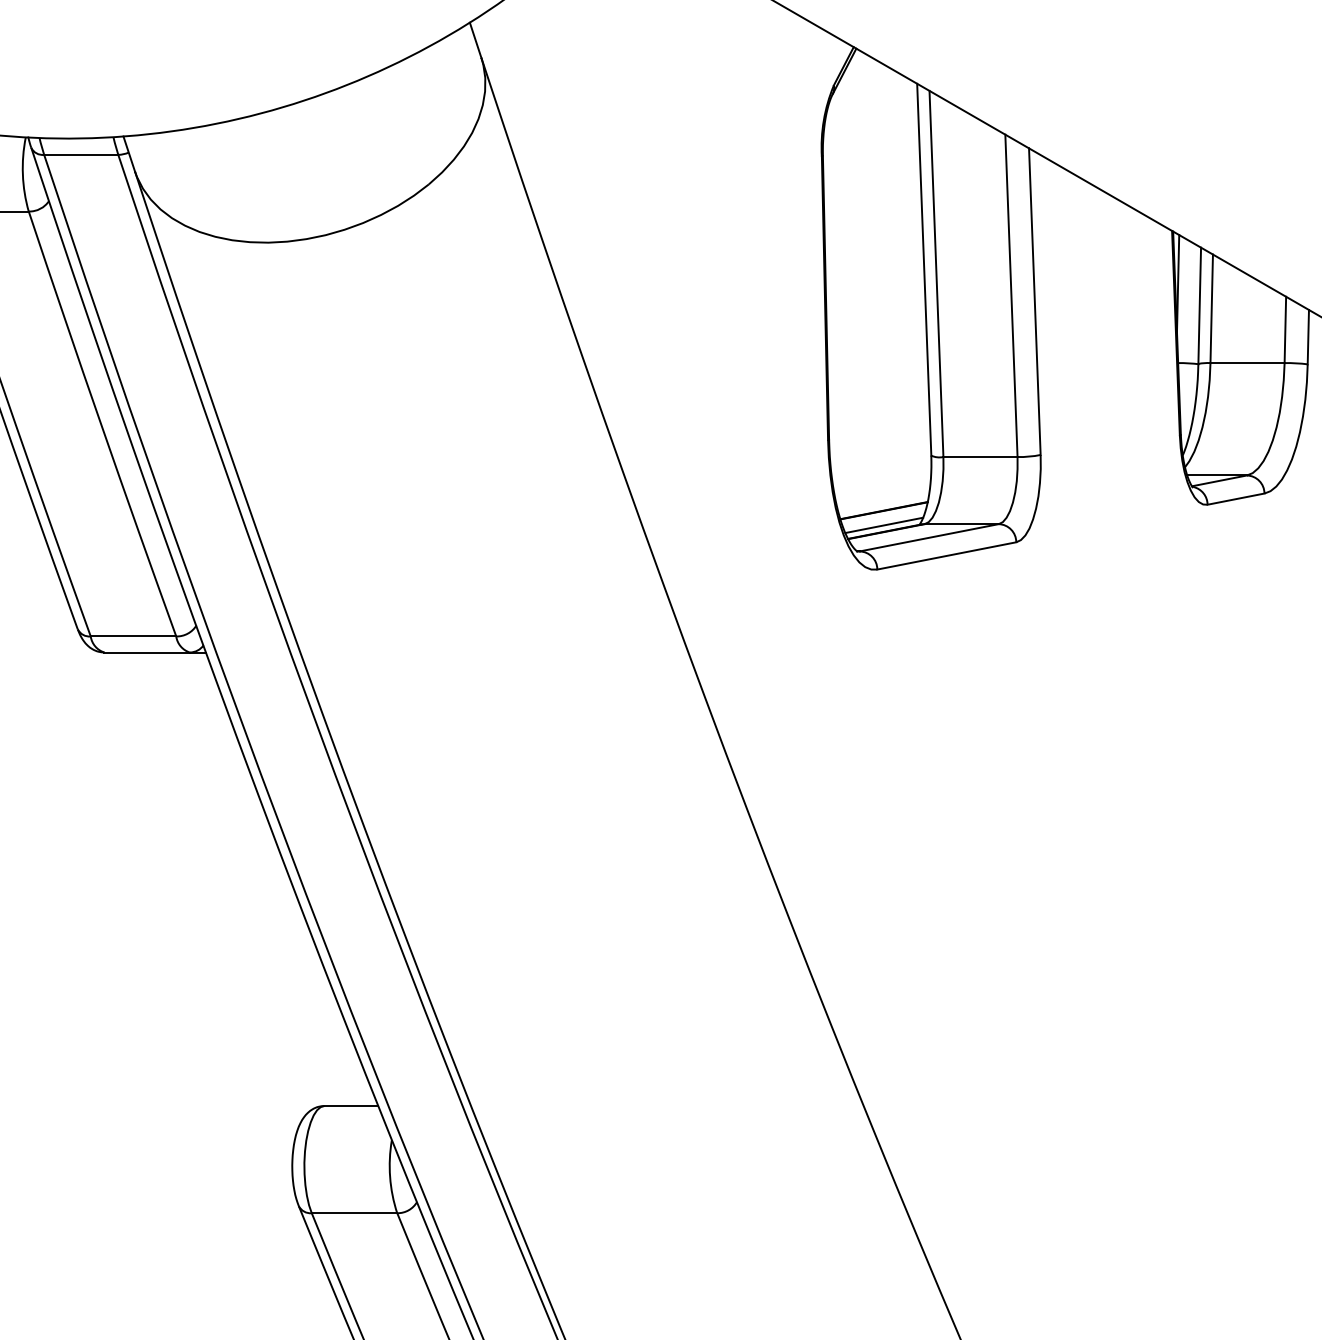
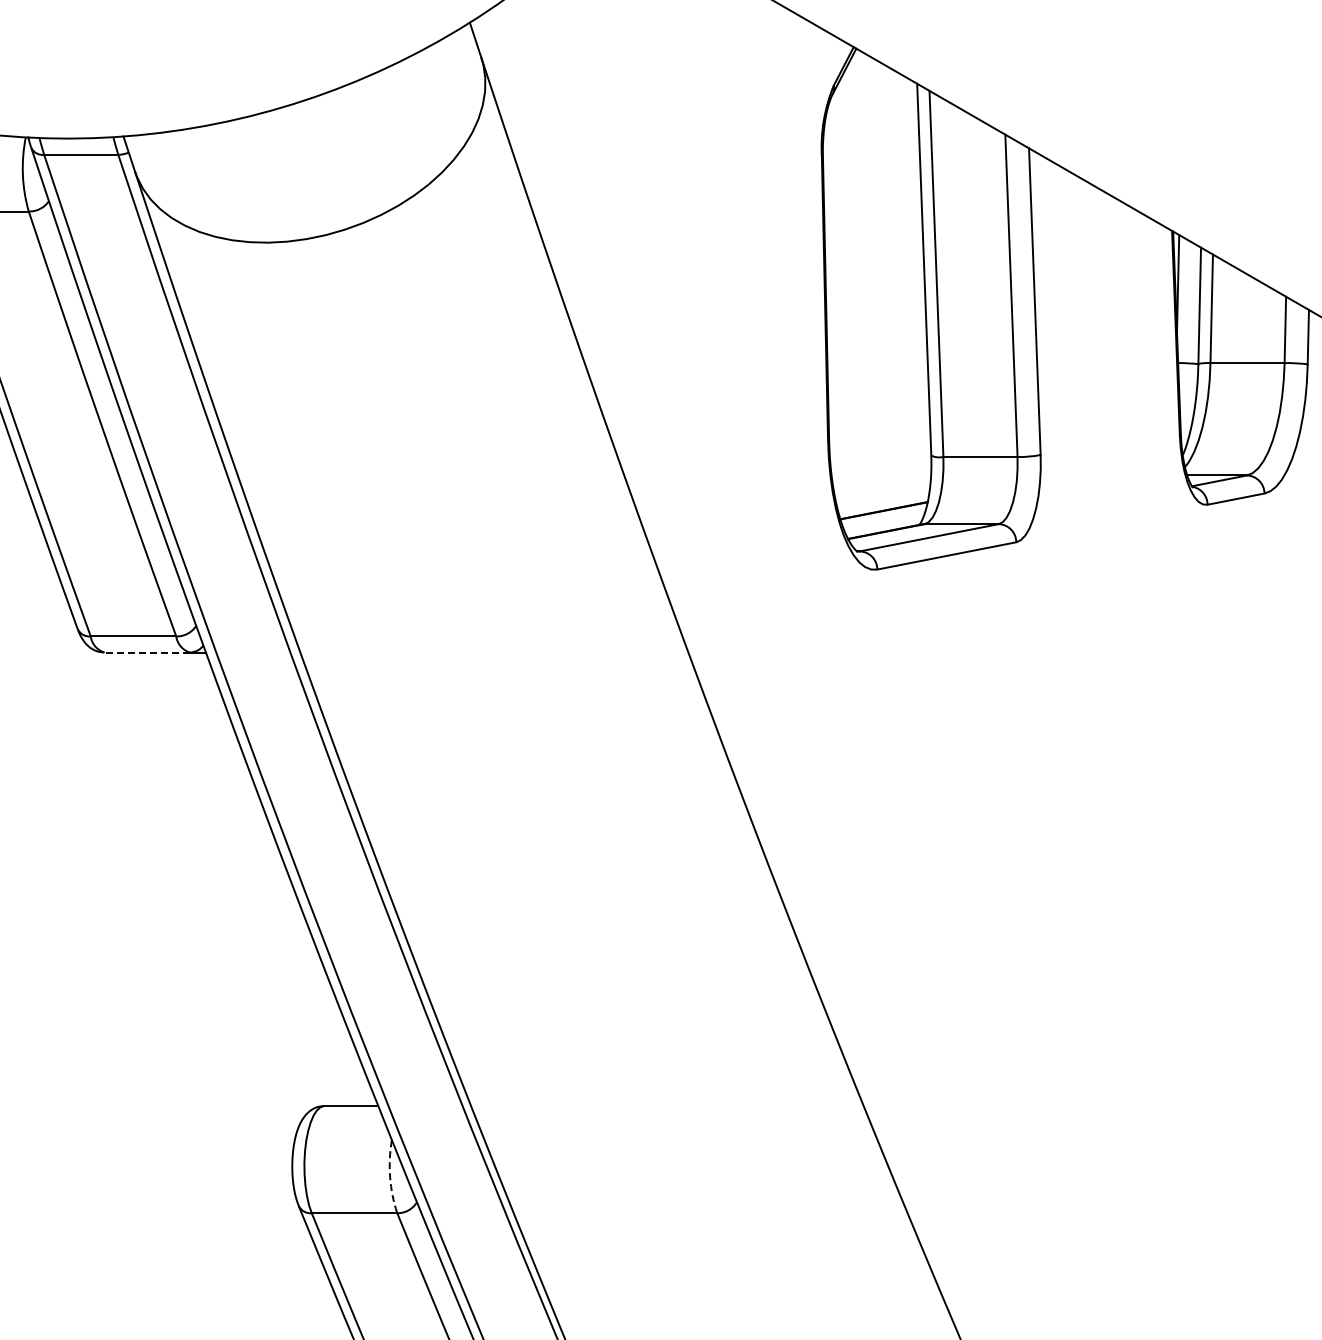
line at (884, 525): present -> none
line at (147, 652): solid -> dashed
arc at (390, 1177): solid -> dashed
